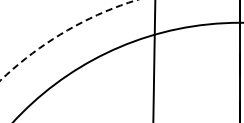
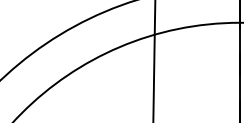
circle at (68, 40): dashed -> solid
